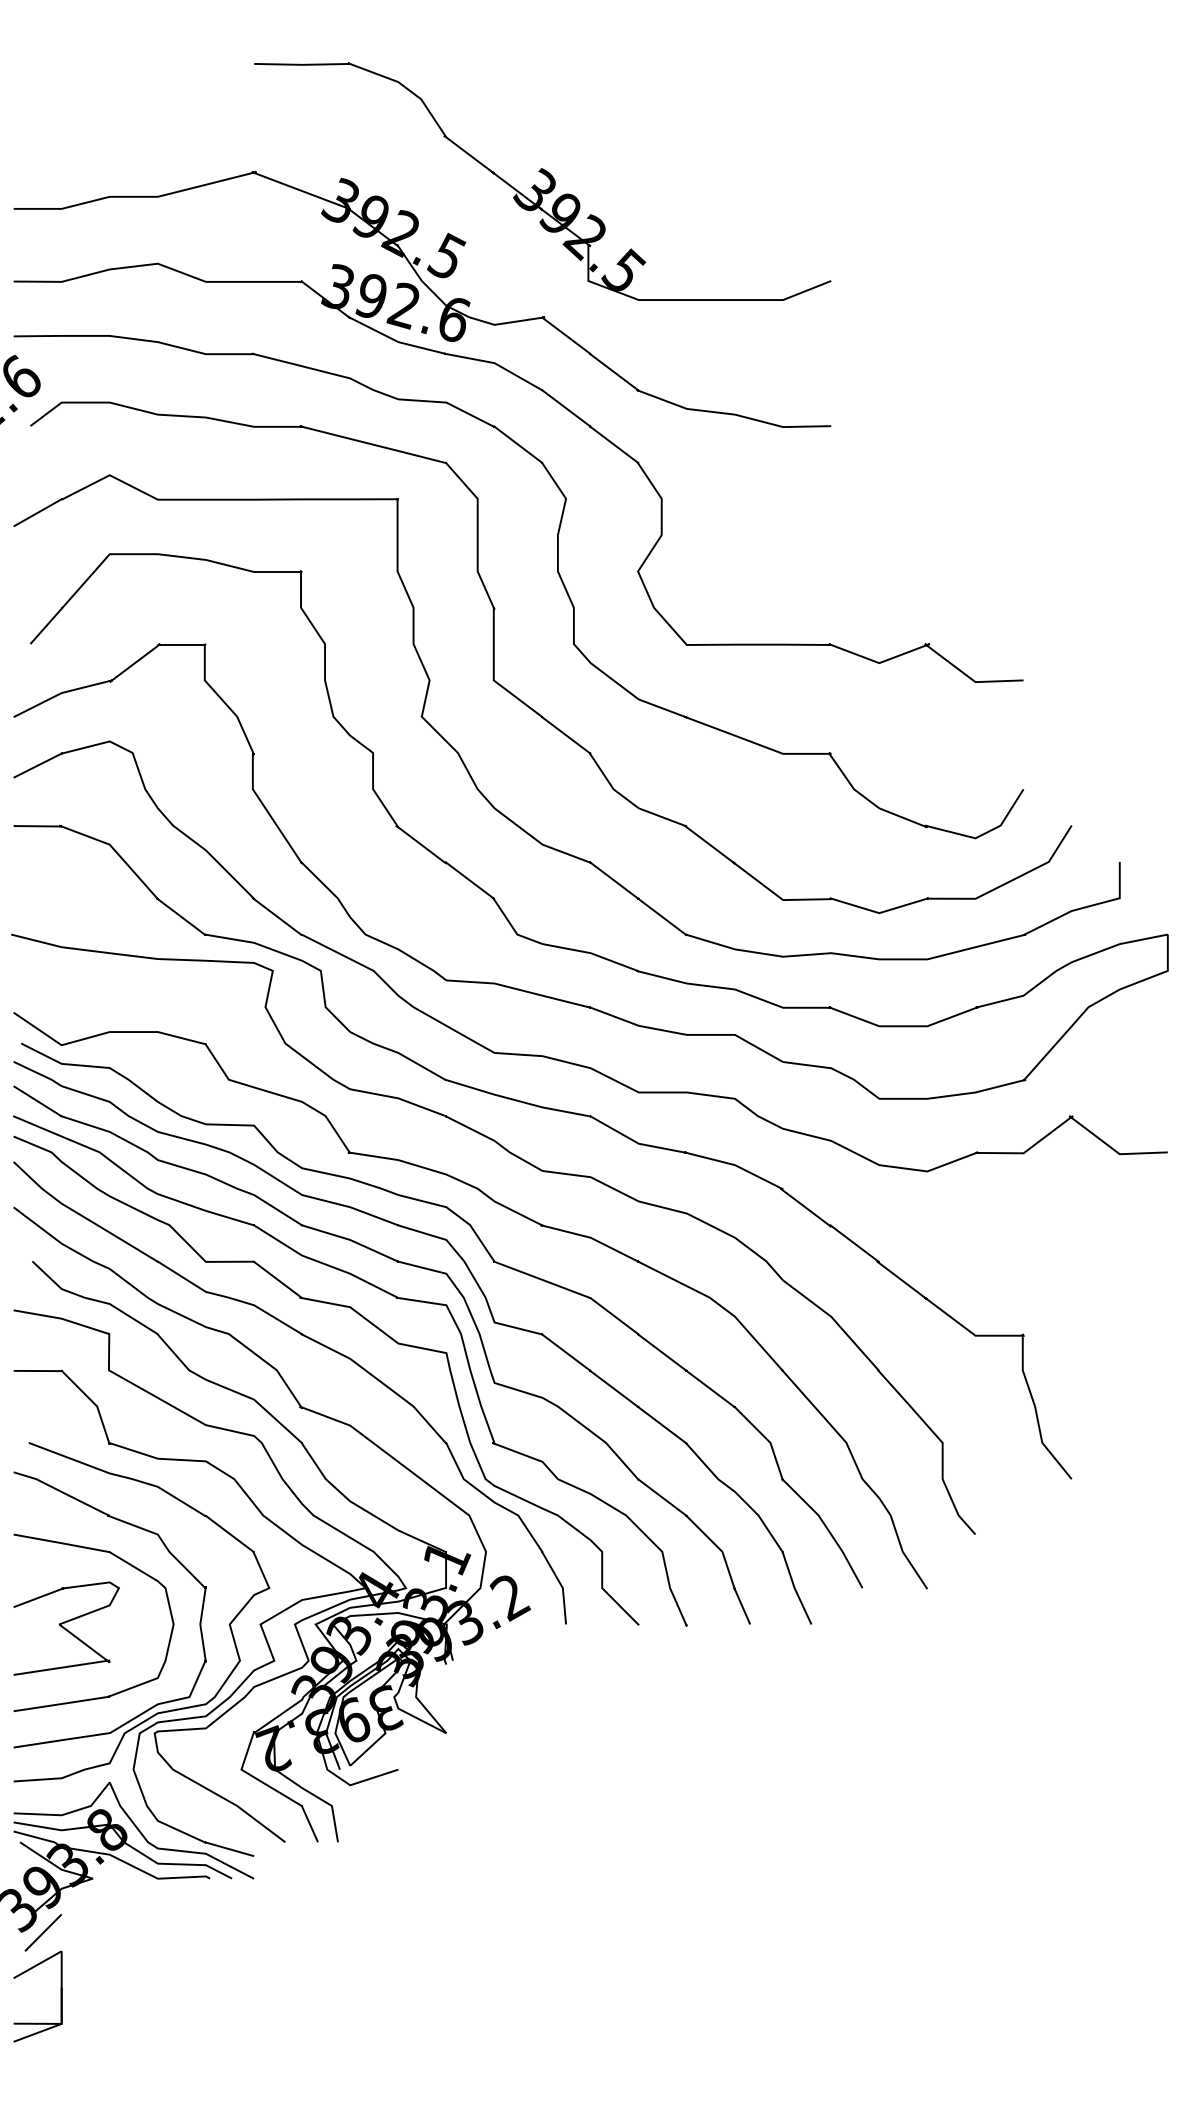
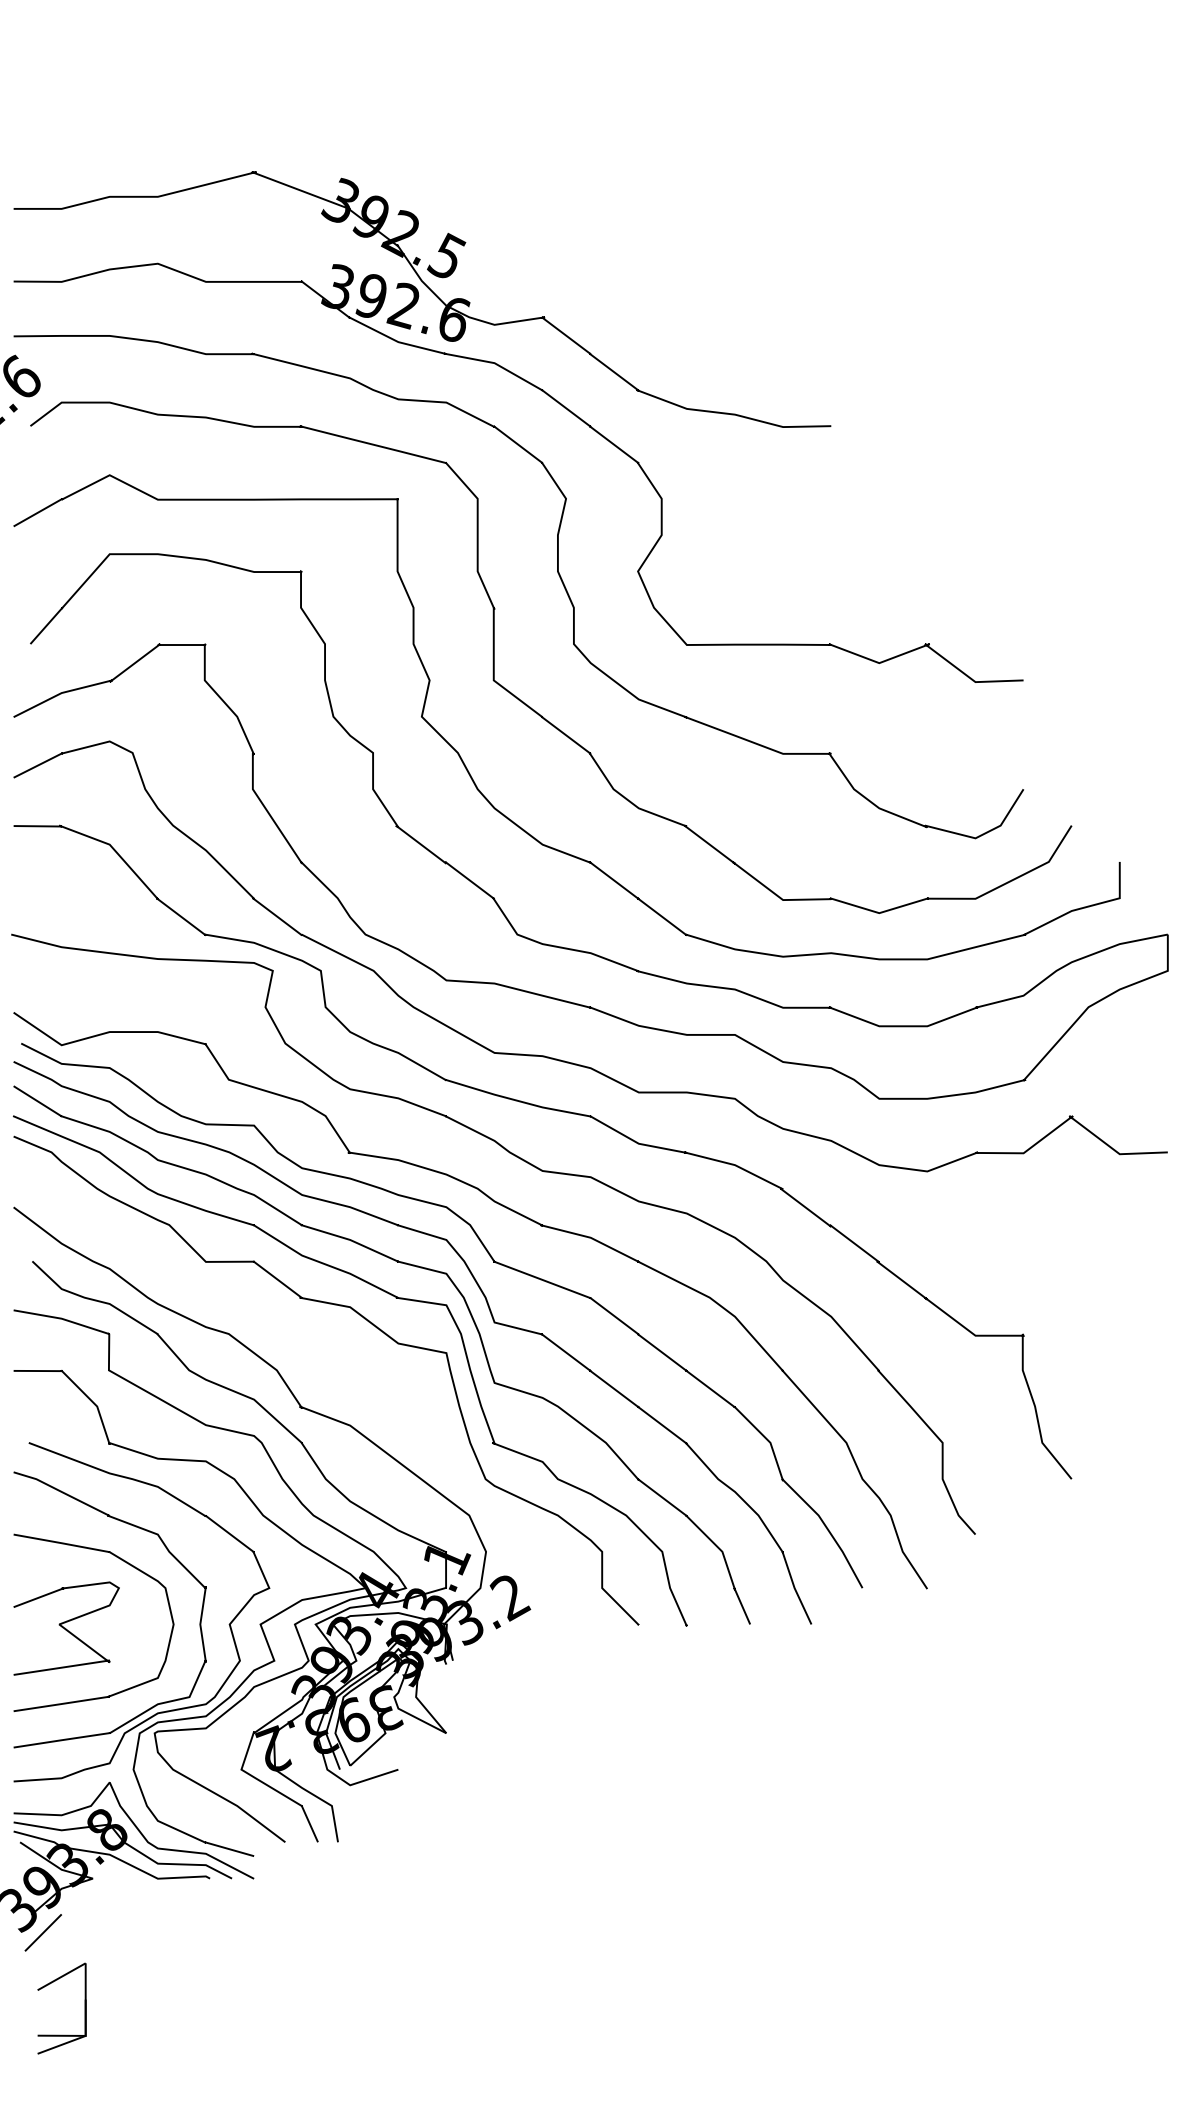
part at (544, 175): present -> none
curve at (315, 1342): present -> none
part at (60, 1996) position: (60, 1996) -> (84, 2008)
